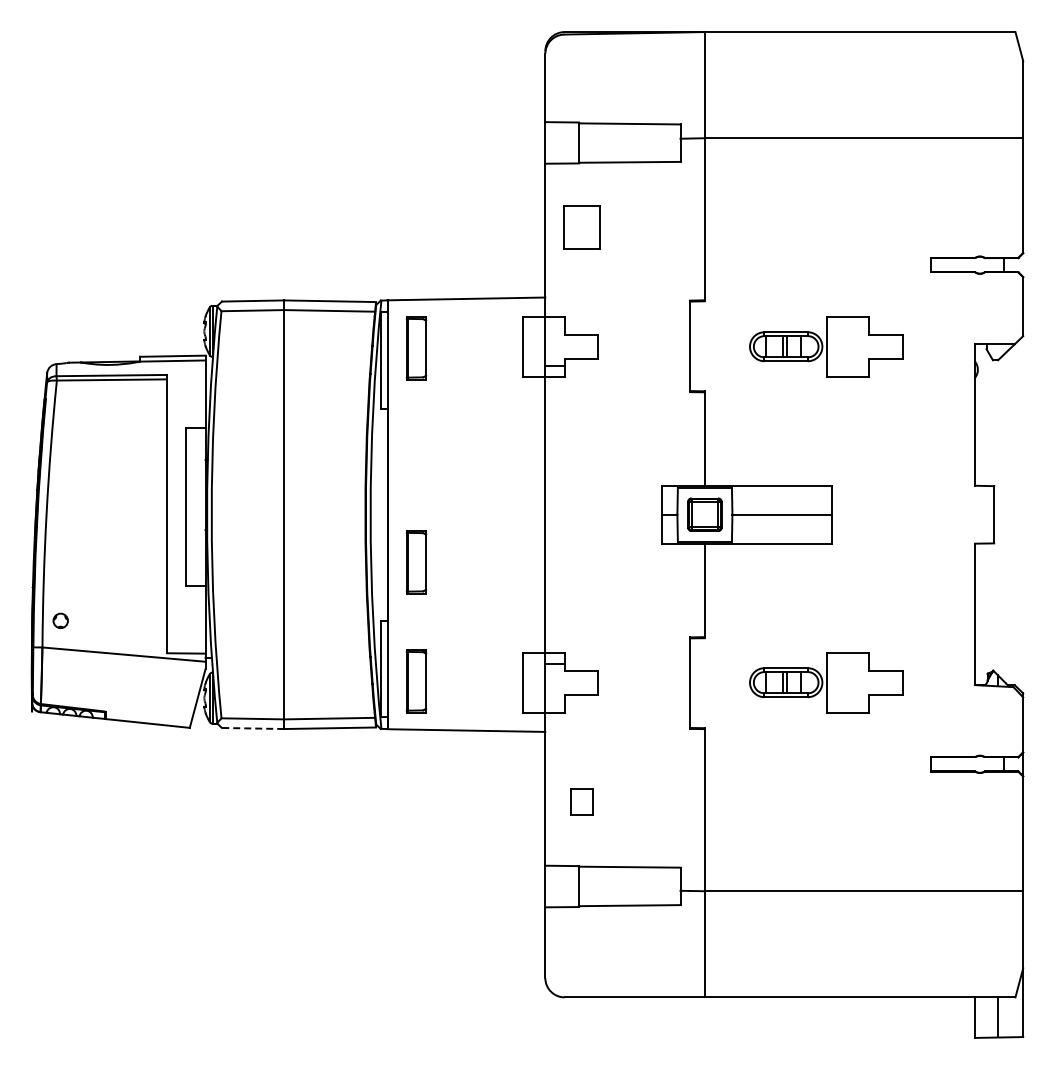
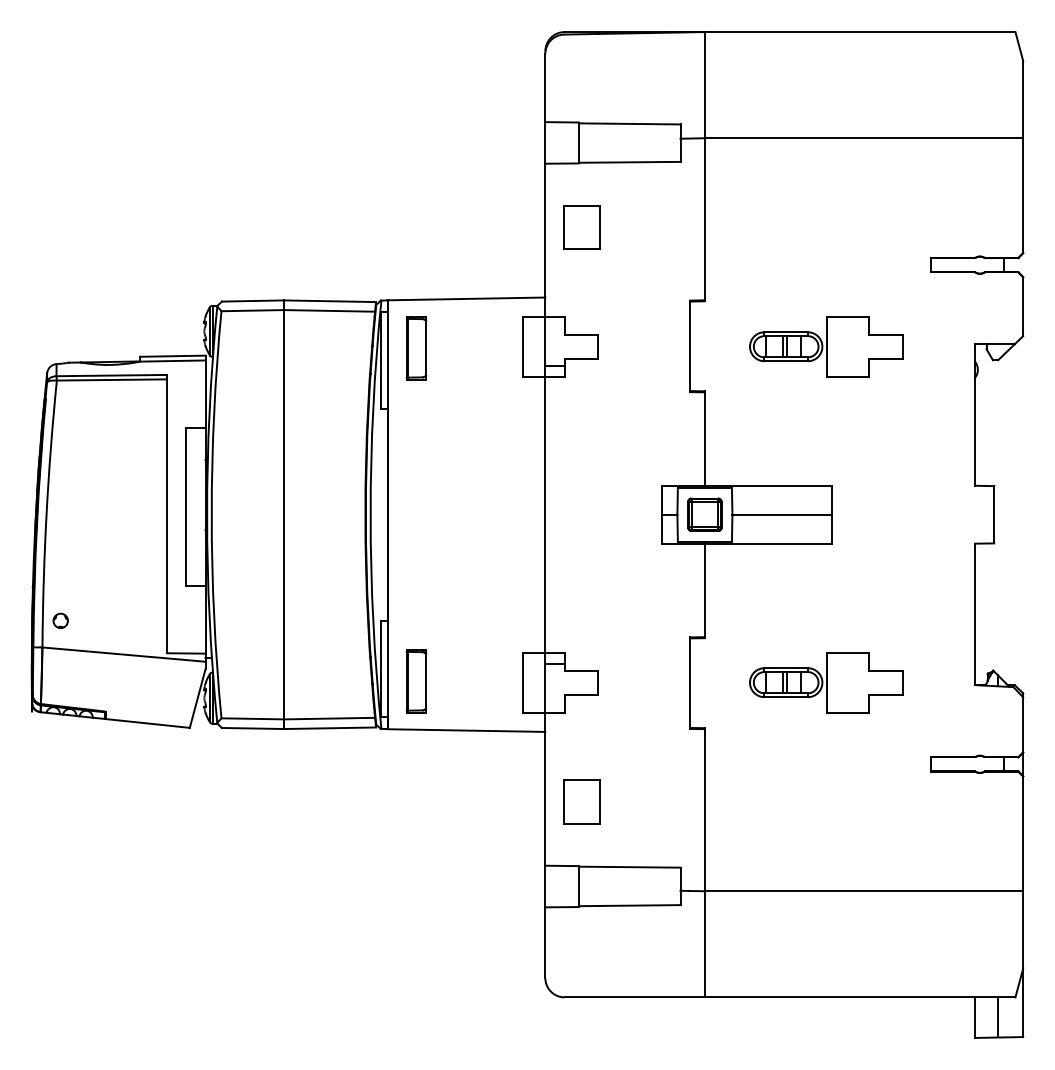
part at (416, 562): present -> none
line at (252, 728): dashed -> solid
part at (581, 801) size: 24x28 px -> 38x46 px
